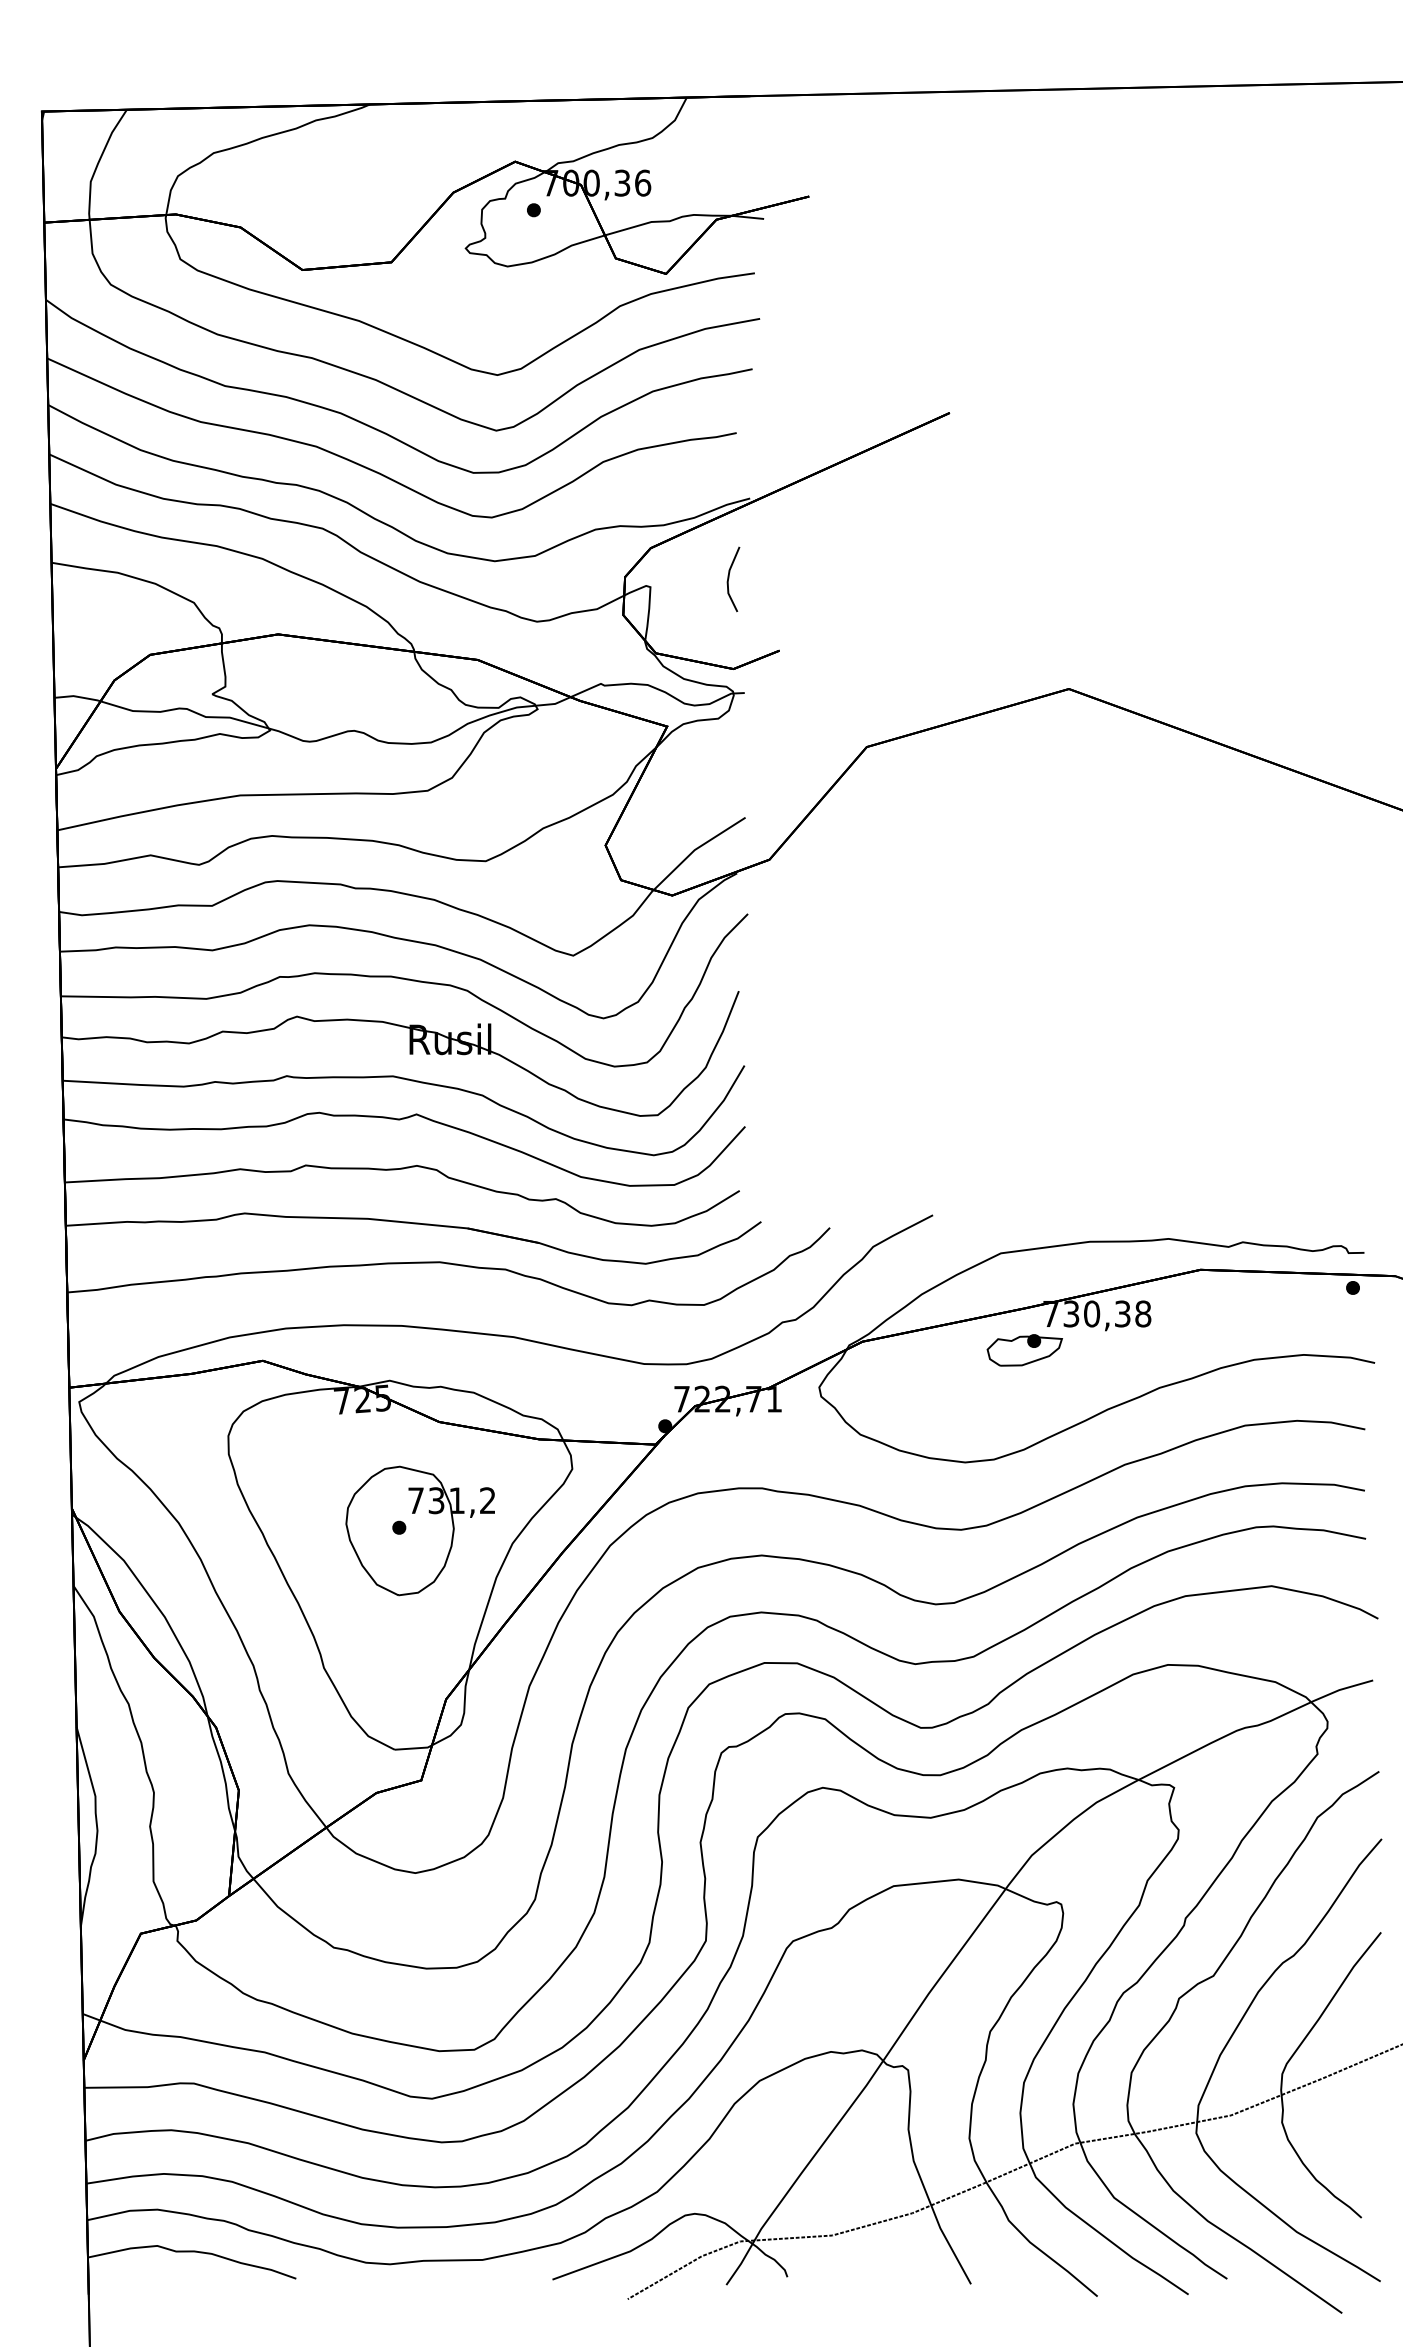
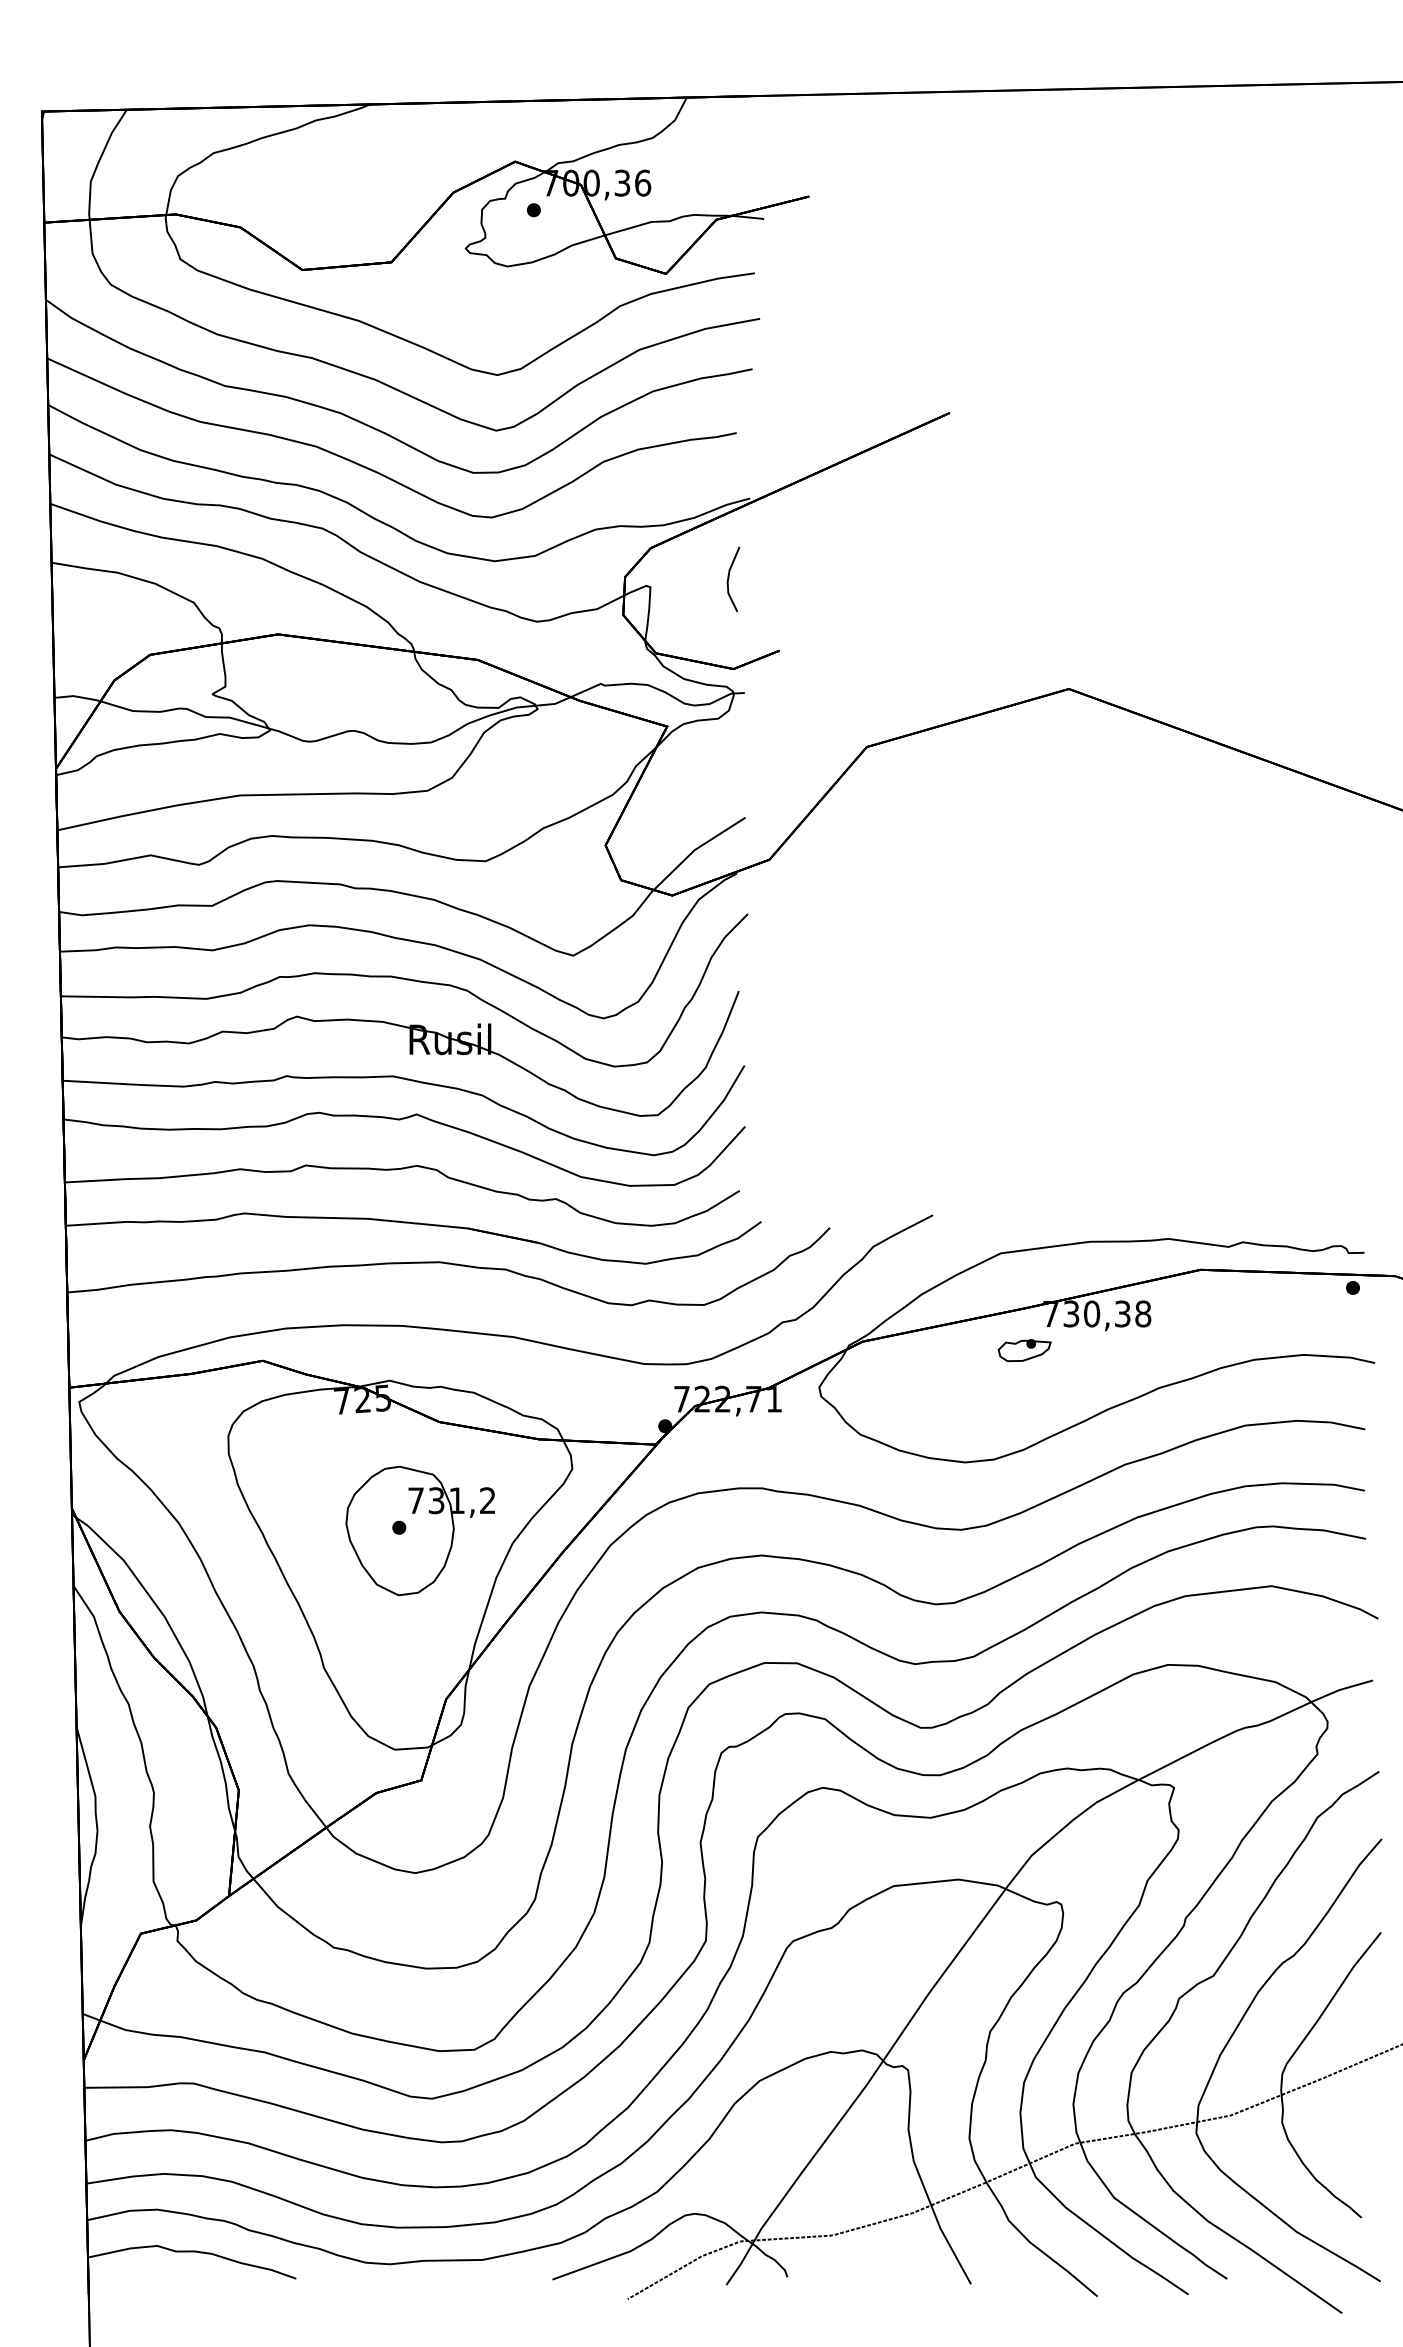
part at (1024, 1350) size: 77x33 px -> 55x24 px
